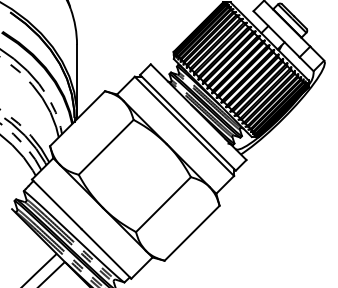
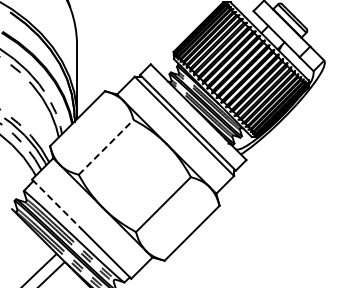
line at (106, 147): solid -> dashed
line at (57, 204): solid -> dashed
